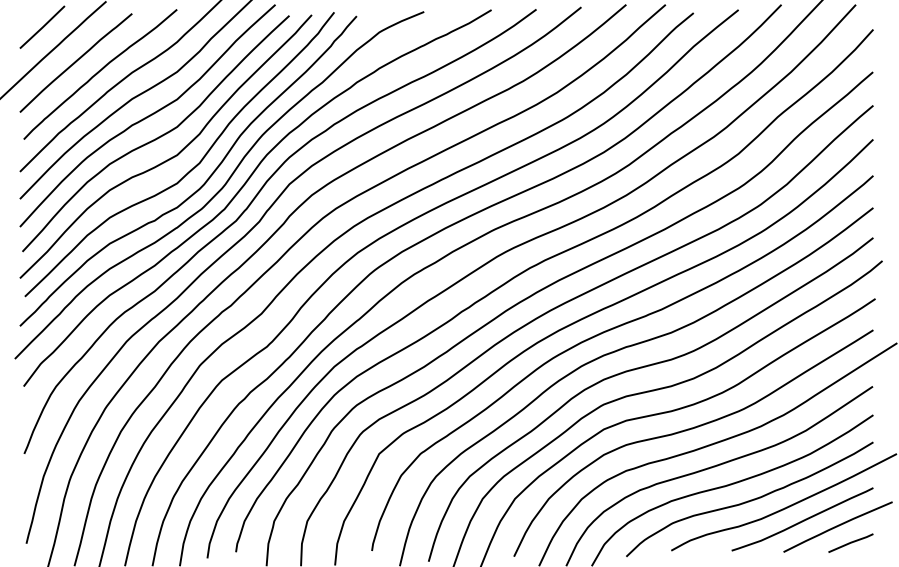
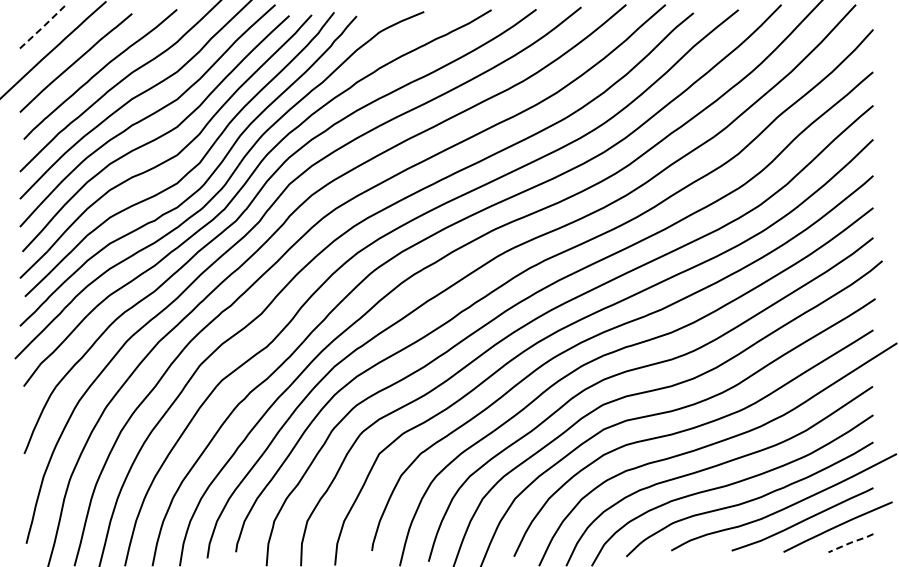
line at (42, 27): solid -> dashed
line at (850, 542): solid -> dashed
